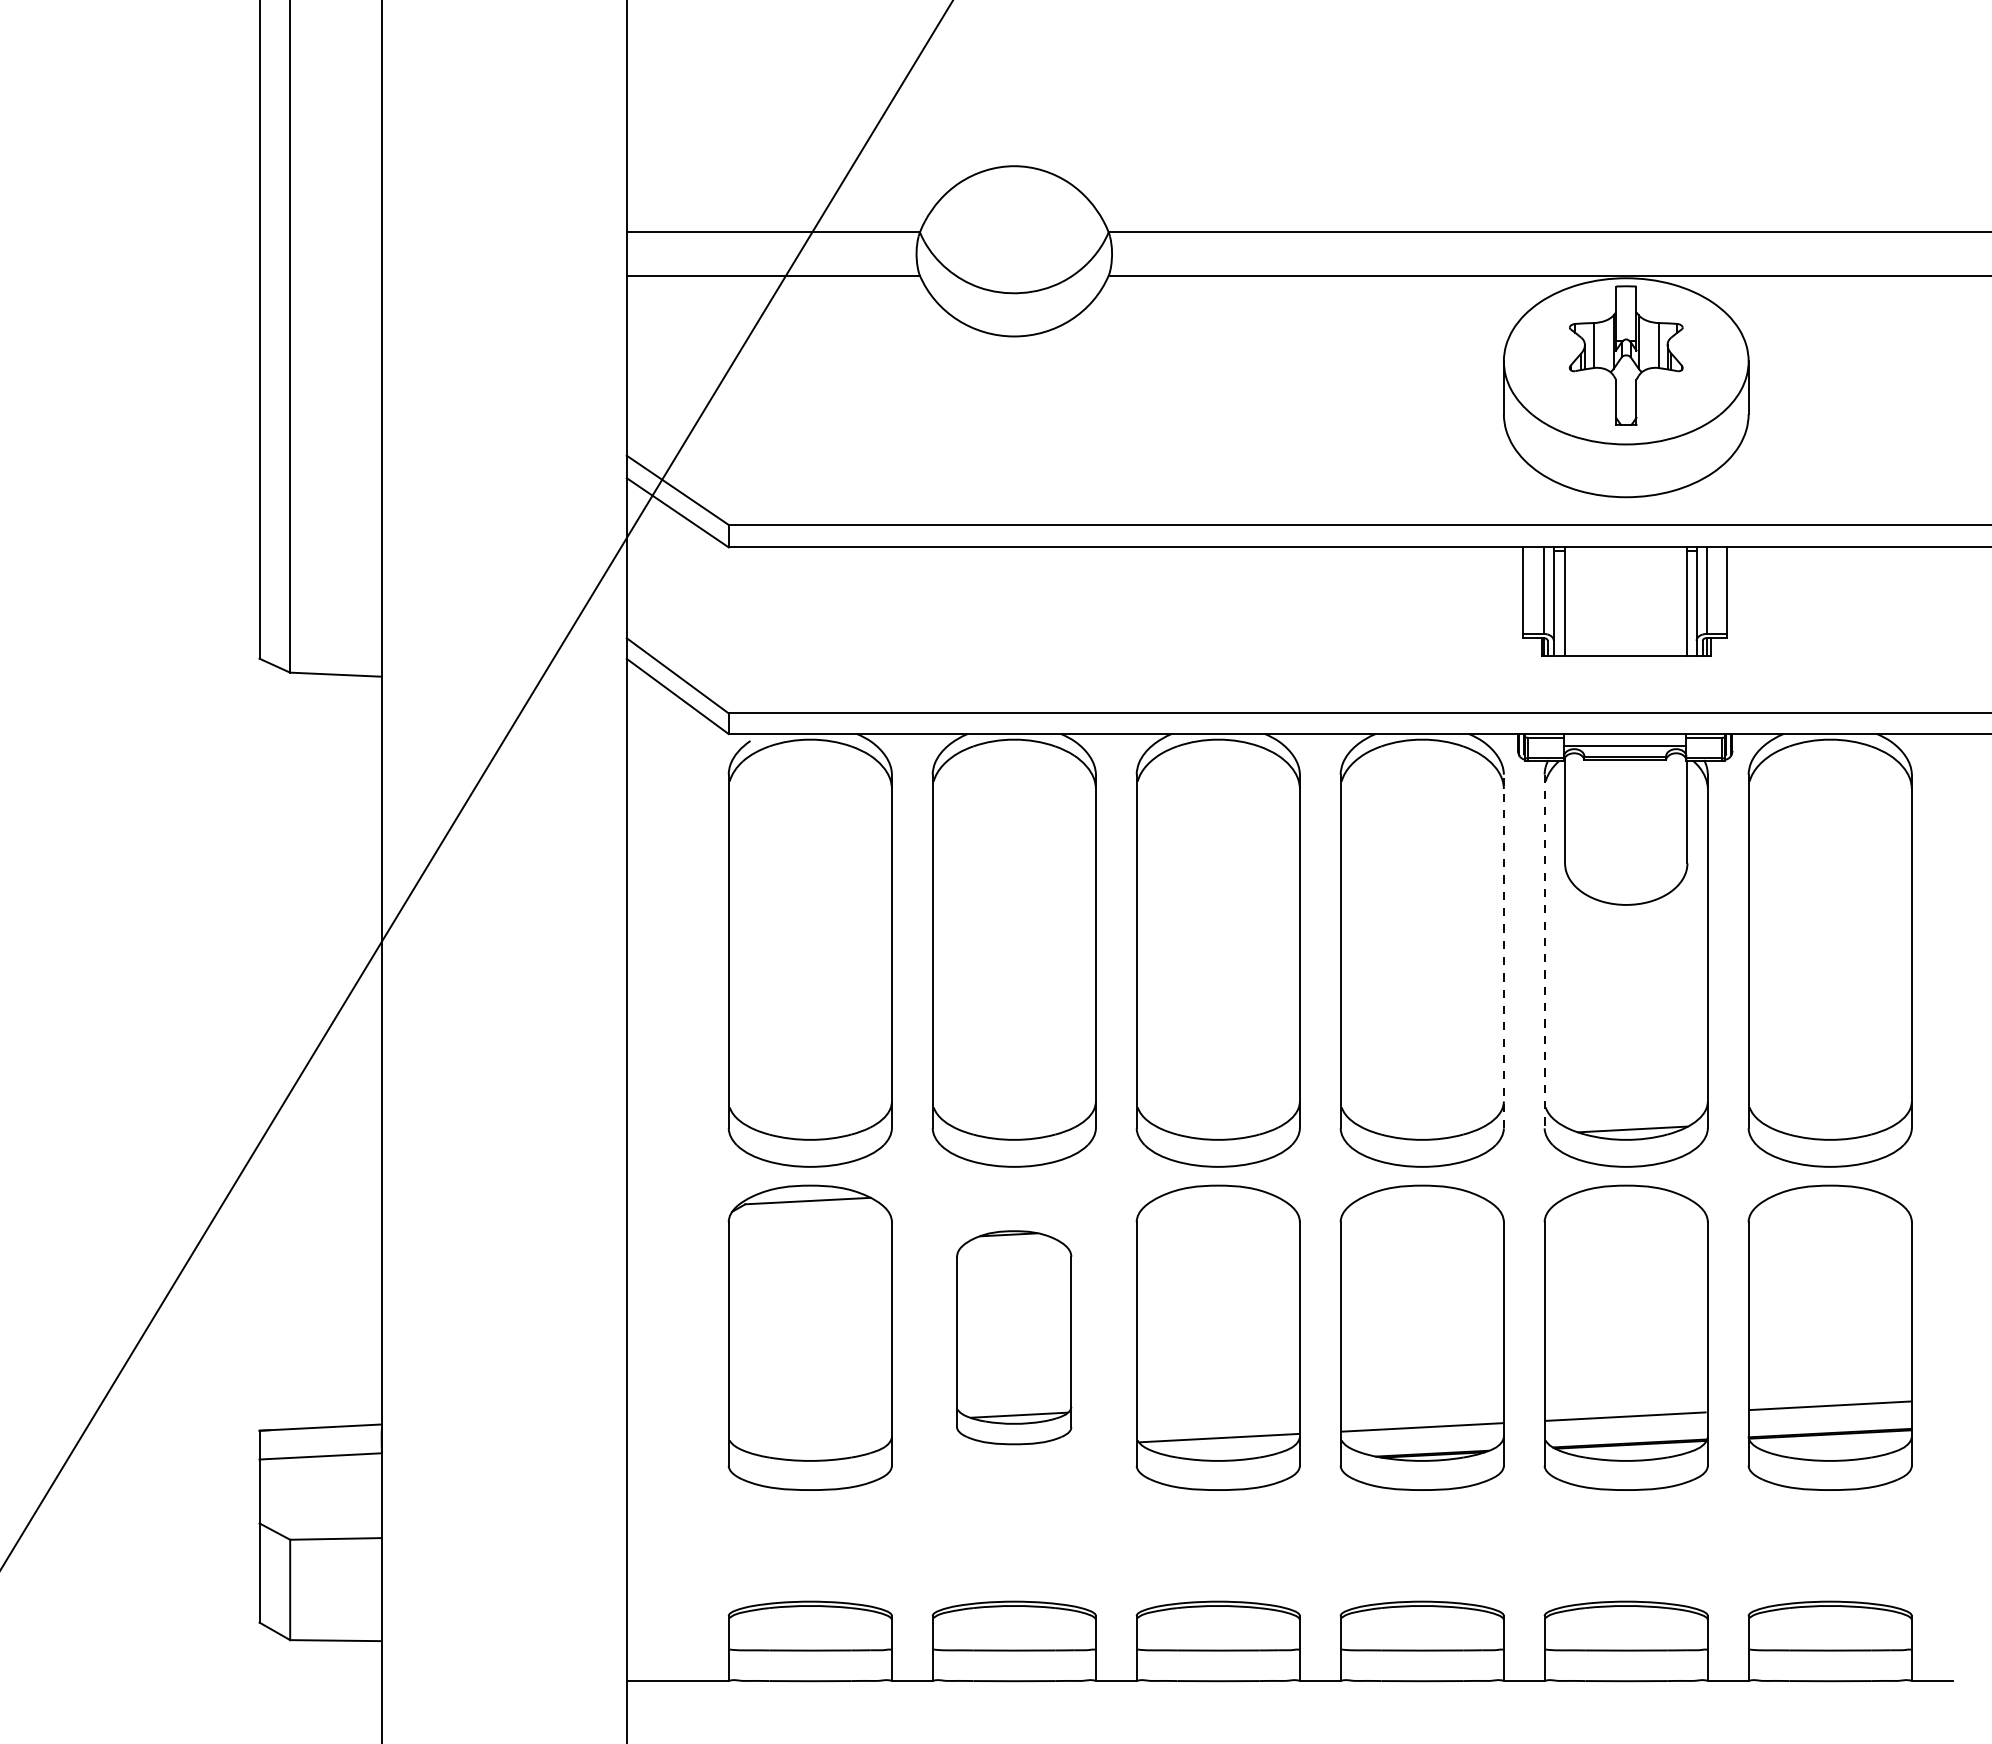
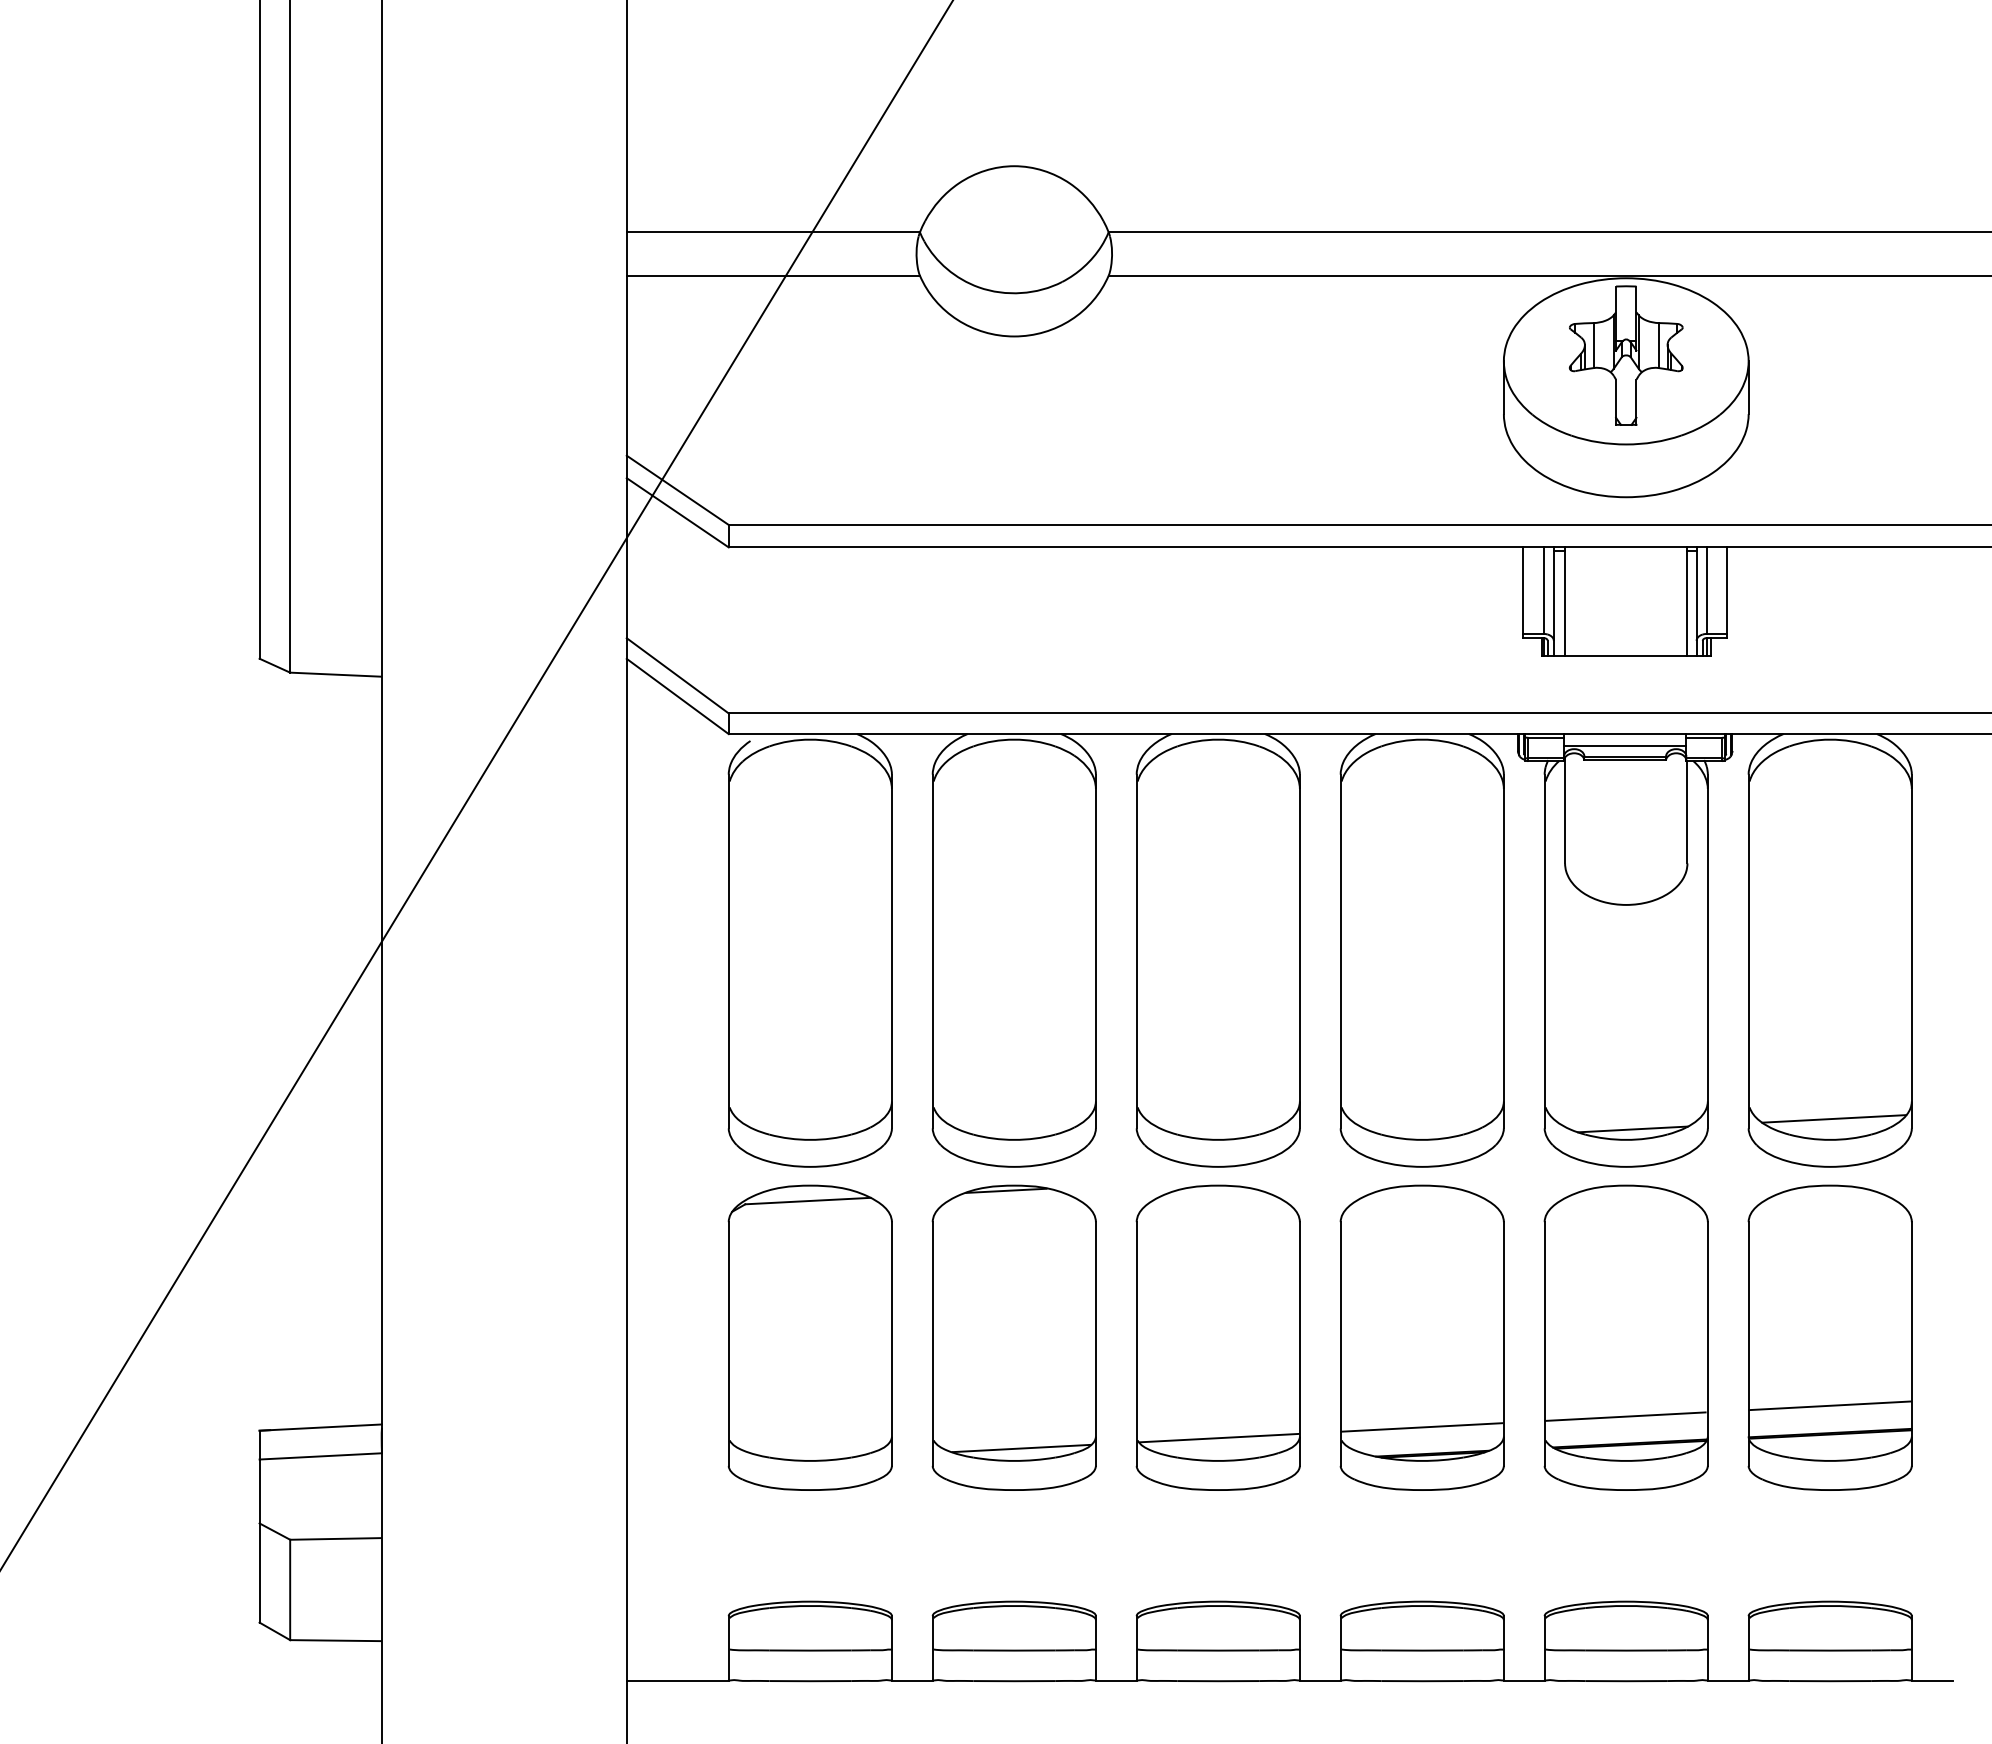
line at (1503, 951): dashed -> solid
line at (1544, 951): dashed -> solid
line at (1834, 1118): none -> present
part at (1014, 1337) size: 117x216 px -> 166x307 px
